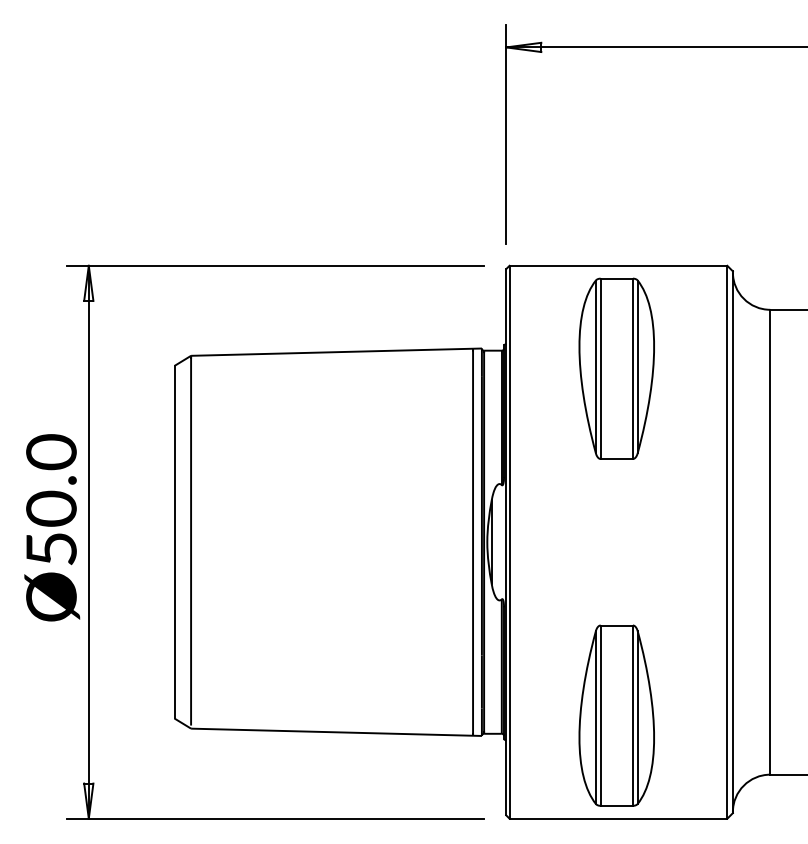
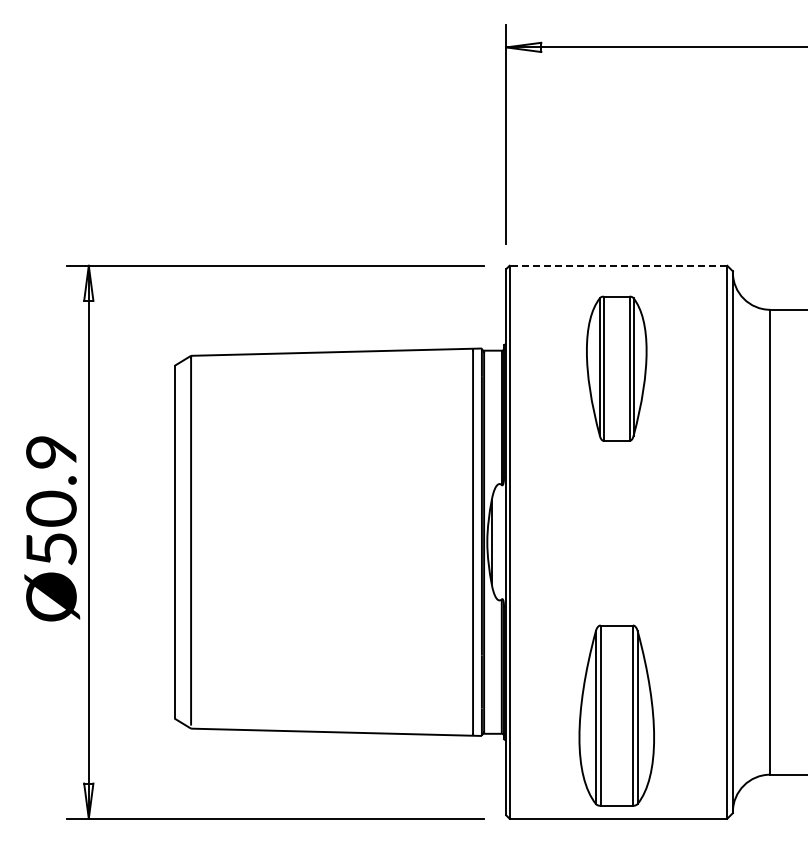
line at (618, 265): solid -> dashed
part at (616, 368) size: 77x183 px -> 62x147 px
text at (51, 452): Ø50.0 -> Ø50.9
